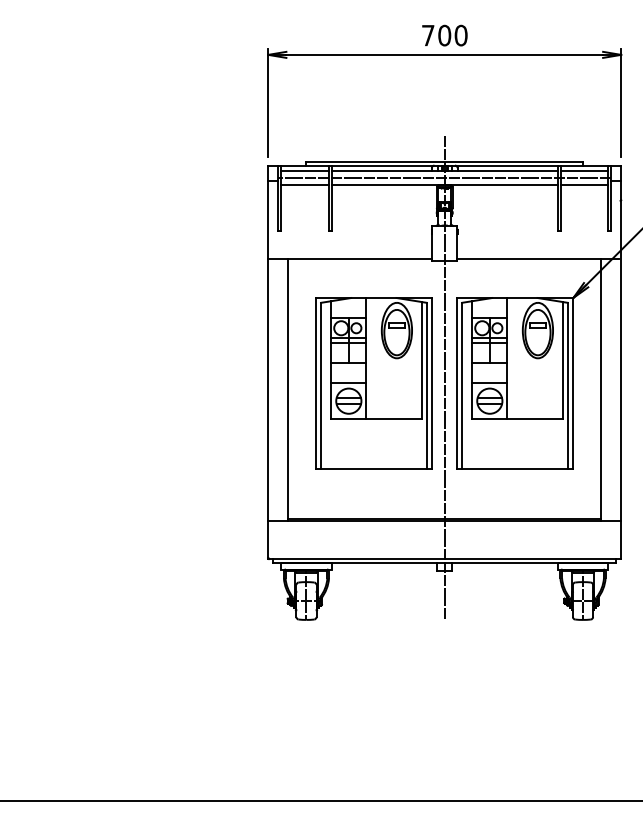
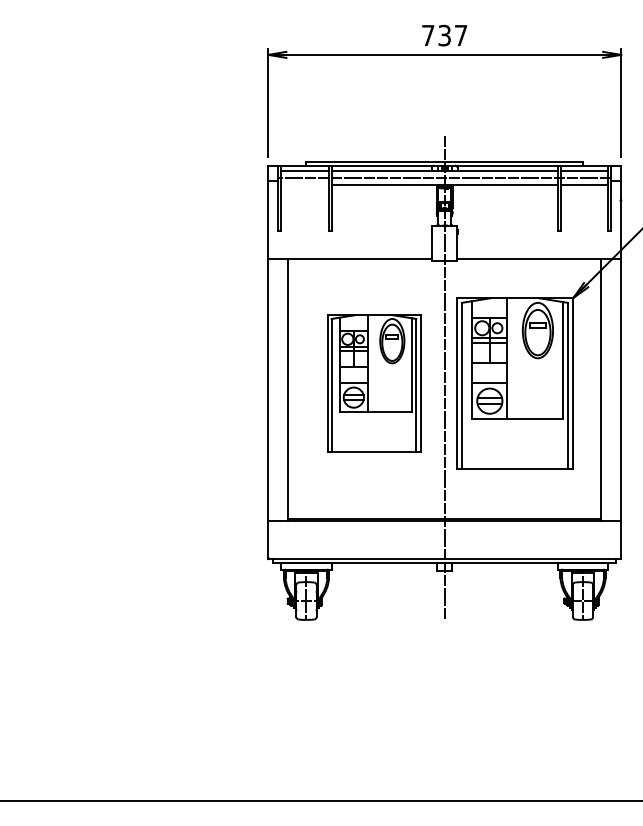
text at (452, 35): 700 -> 737
line at (304, 185): present -> none
part at (373, 383) size: 118x173 px -> 95x139 px
